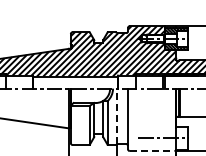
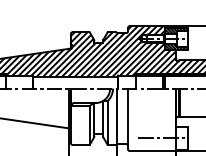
line at (117, 116): dashed -> solid
line at (152, 151): dashed -> solid
